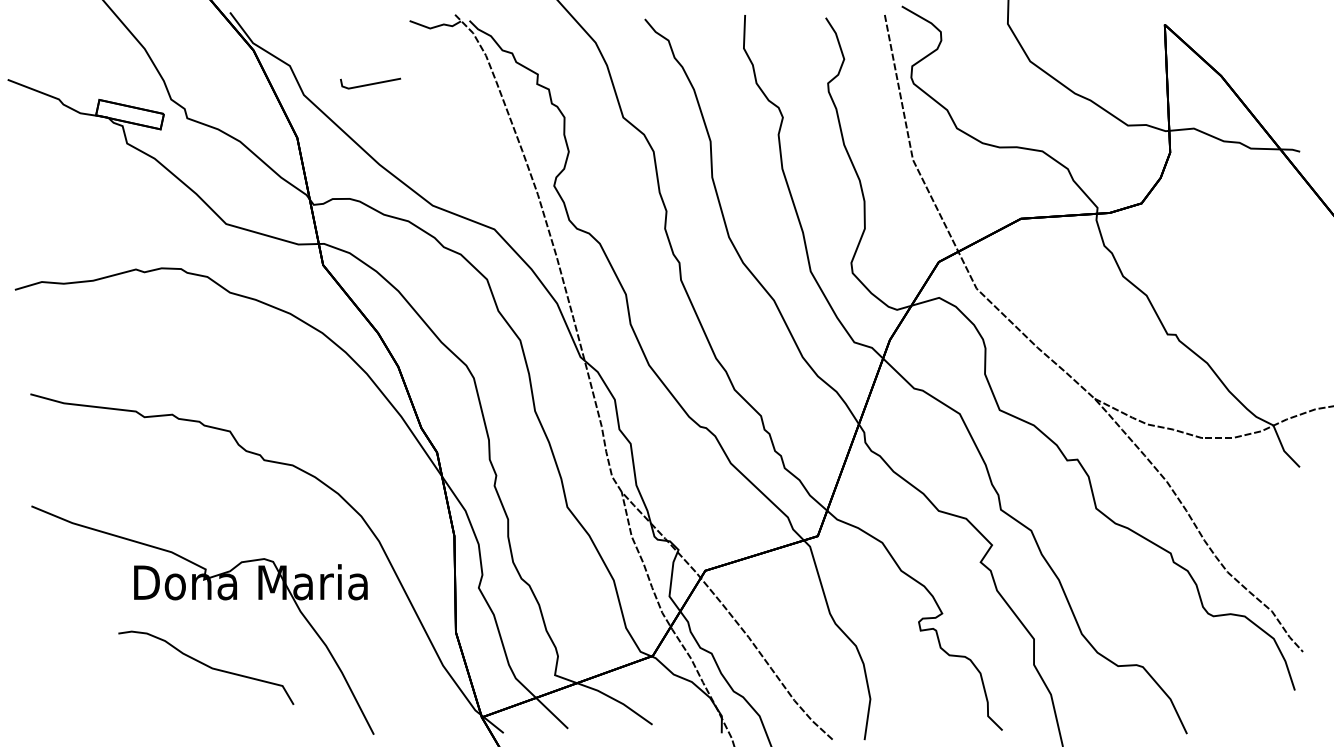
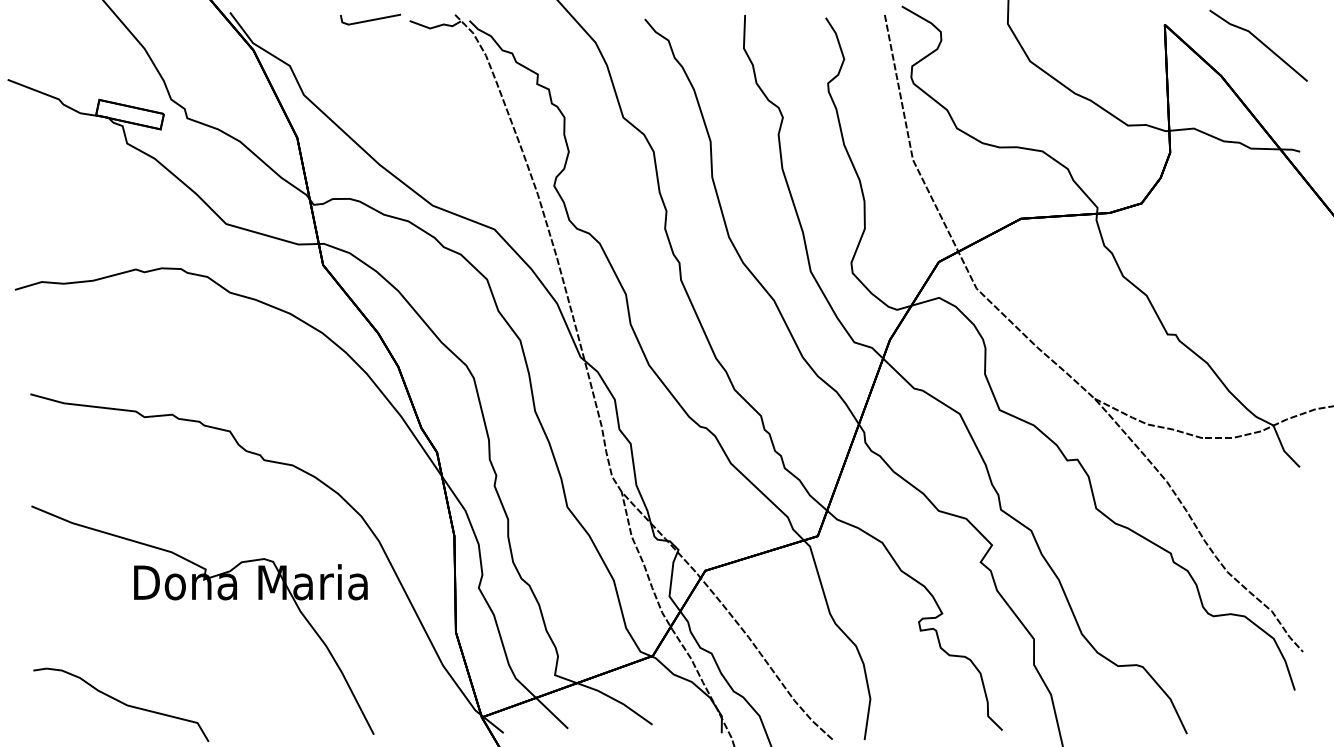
line at (1260, 42): none -> present
line at (370, 83) position: (370, 83) -> (370, 19)
curve at (206, 666) position: (206, 666) -> (121, 703)
